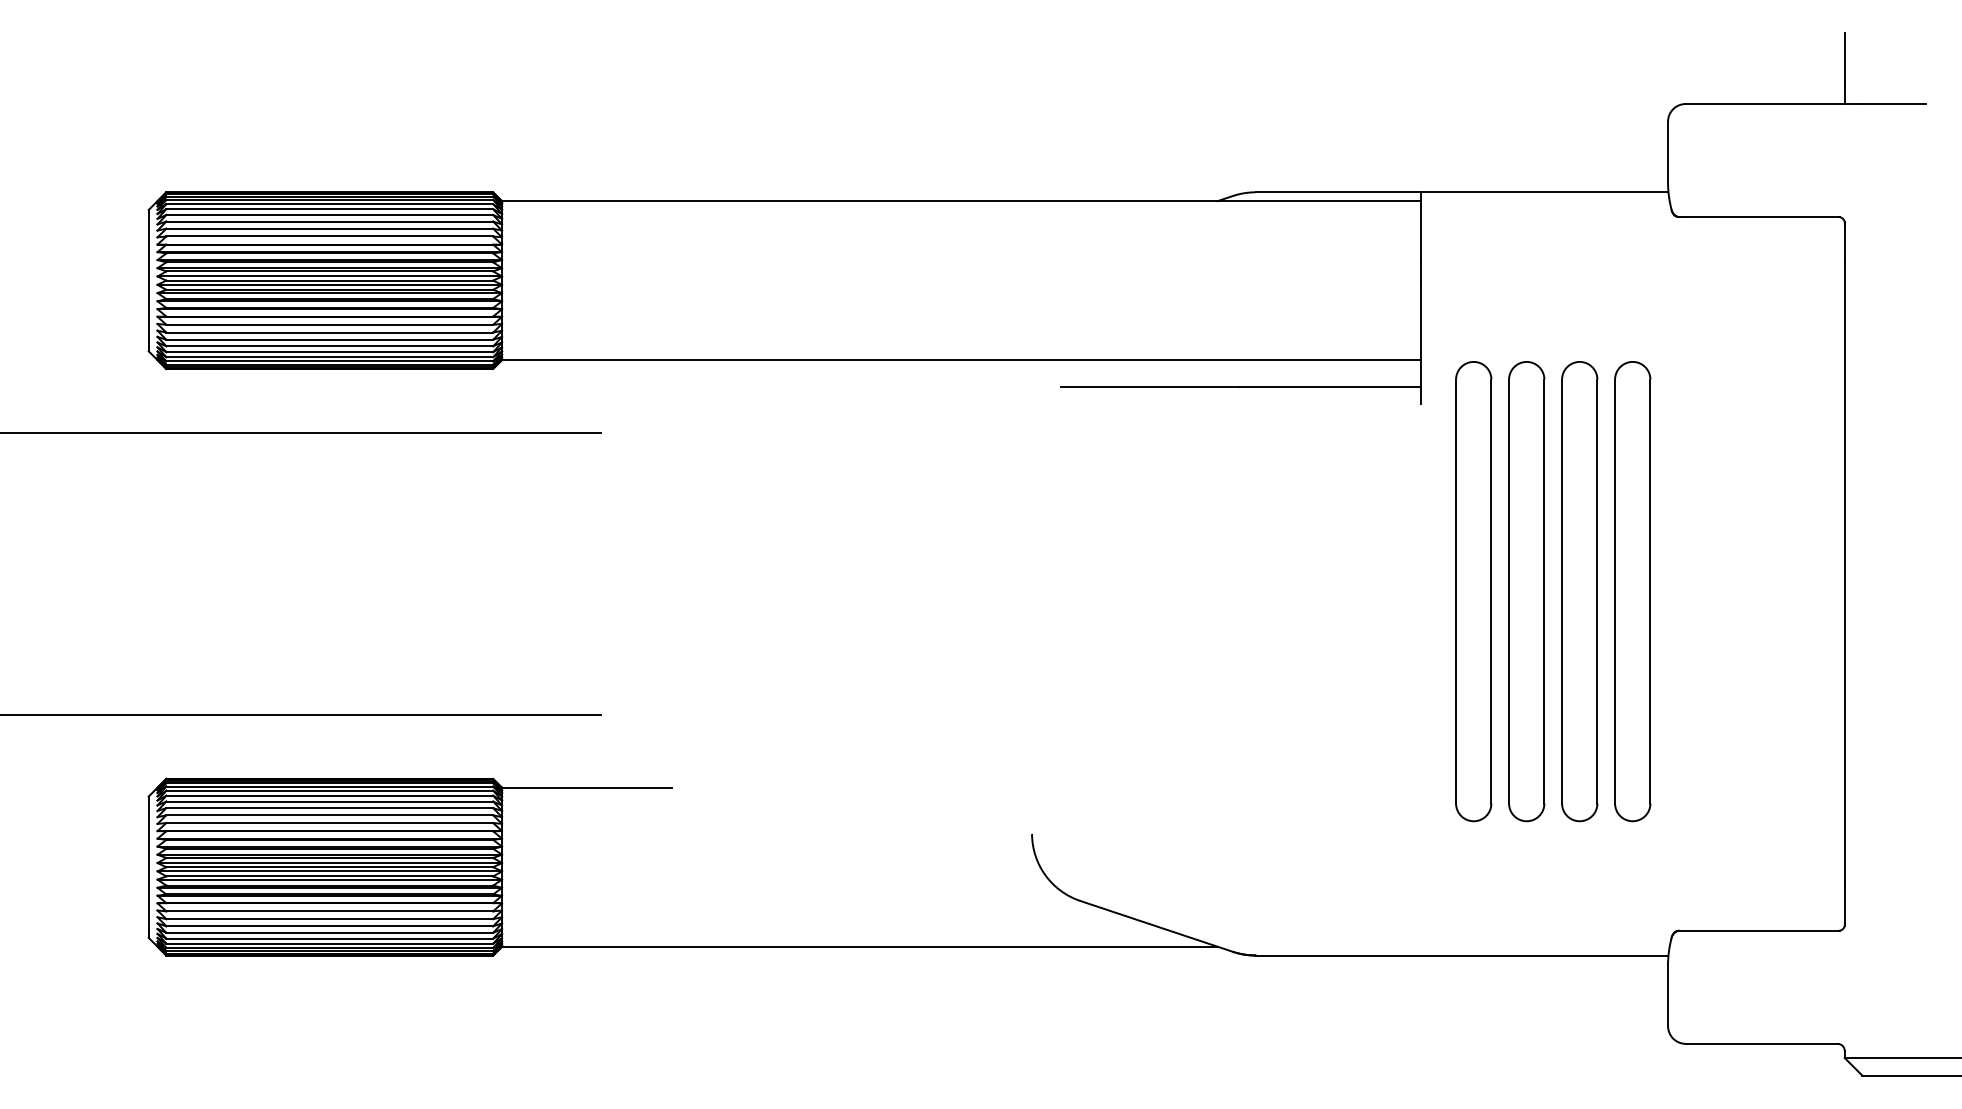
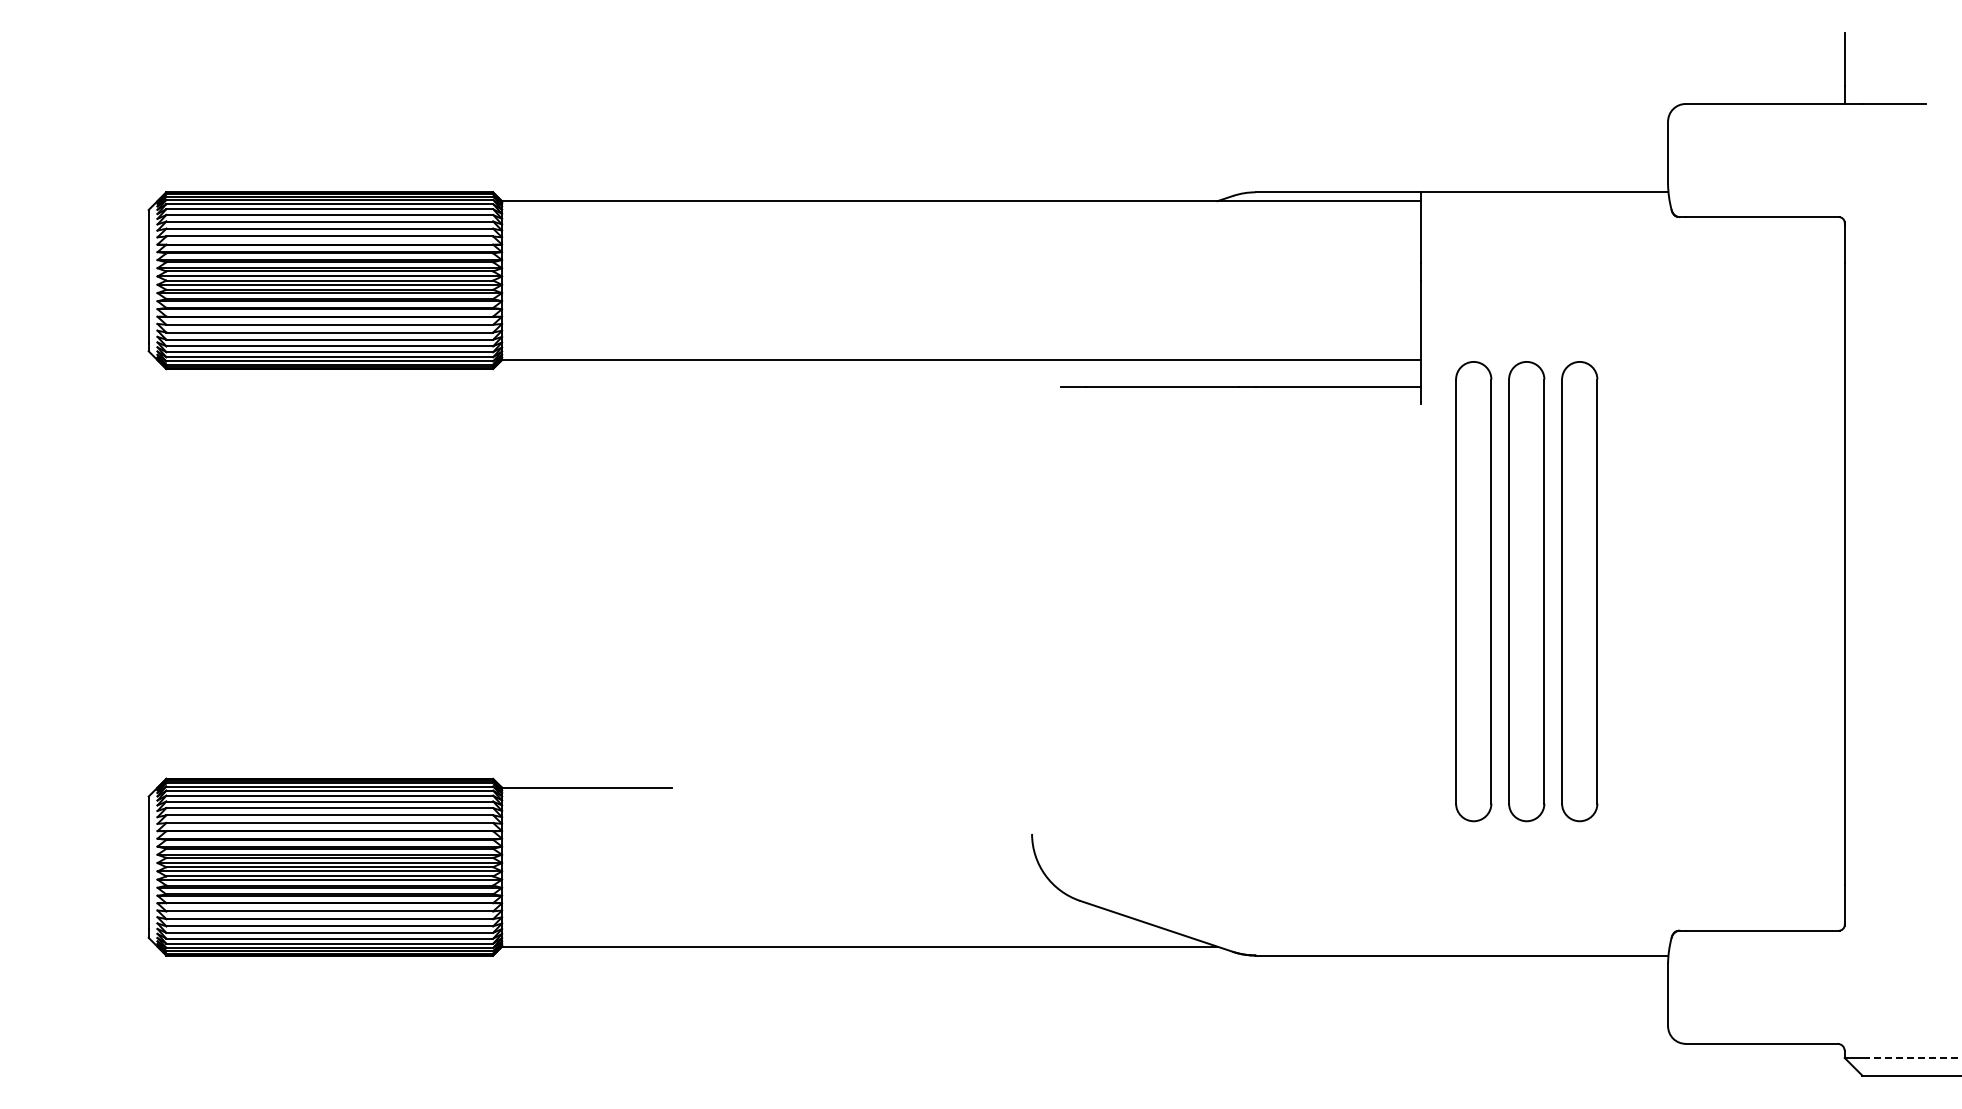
line at (301, 432): present -> none
part at (1632, 591): present -> none
line at (301, 715): present -> none
line at (1911, 1058): solid -> dashed
